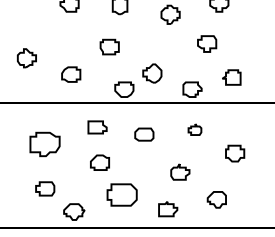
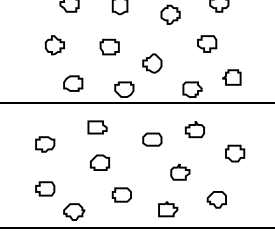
part at (26, 58) position: (26, 58) -> (54, 45)
part at (152, 73) position: (152, 73) -> (152, 63)
part at (71, 74) position: (71, 74) -> (73, 83)
part at (194, 129) size: 16x13 px -> 20x18 px
part at (144, 134) position: (144, 134) -> (152, 139)
part at (44, 144) size: 32x27 px -> 21x17 px
part at (121, 194) size: 32x24 px -> 21x16 px
